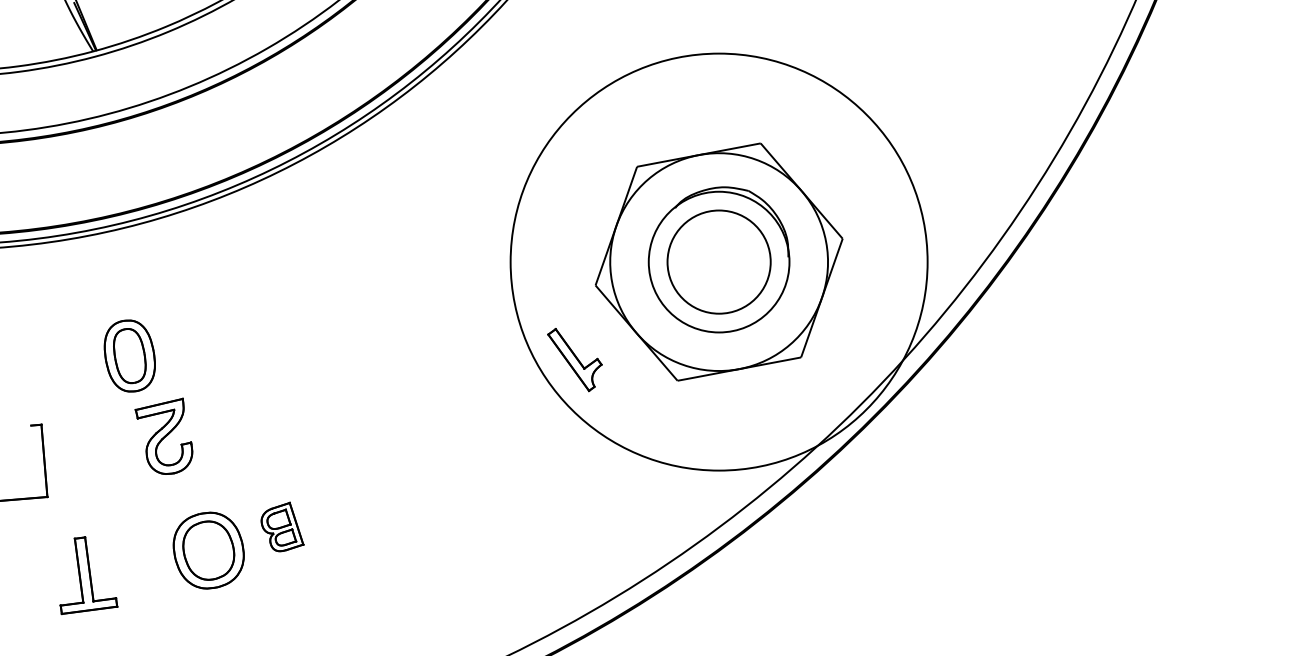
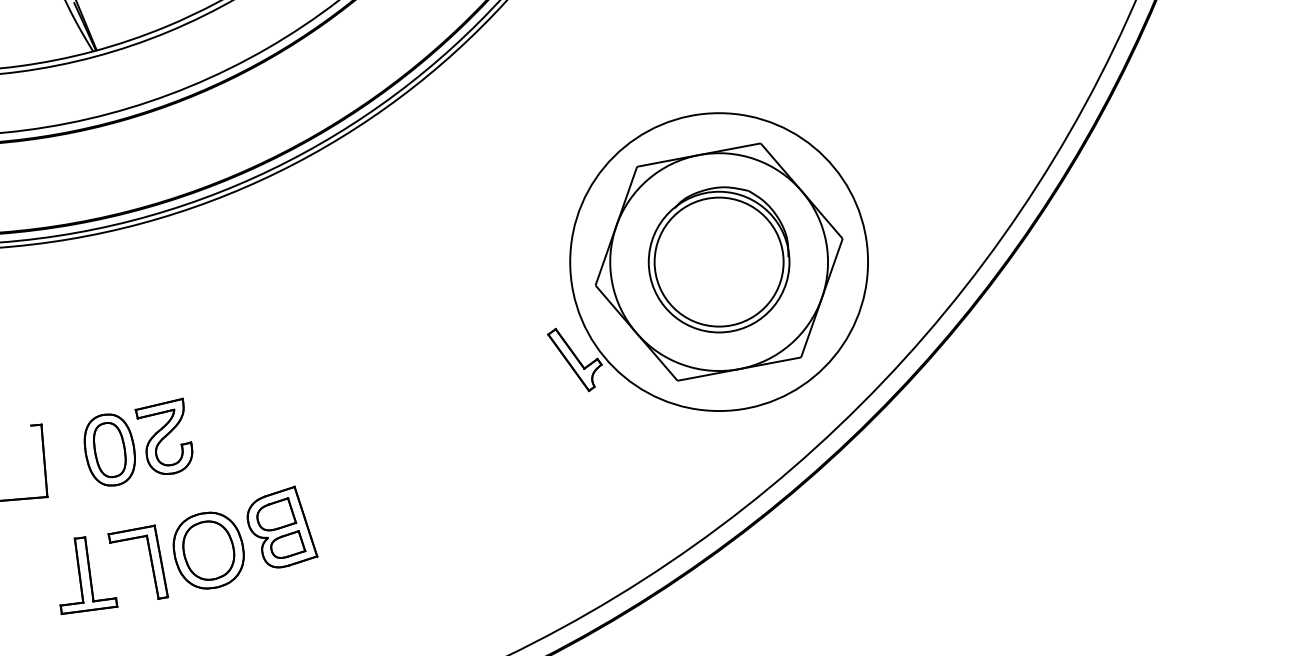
circle at (718, 261) diameter: 103 px -> 129 px
circle at (718, 261) diameter: 417 px -> 298 px
part at (129, 355) position: (129, 355) -> (109, 449)
part at (282, 526) size: 45x52 px -> 73x84 px
part at (149, 556): none -> present
